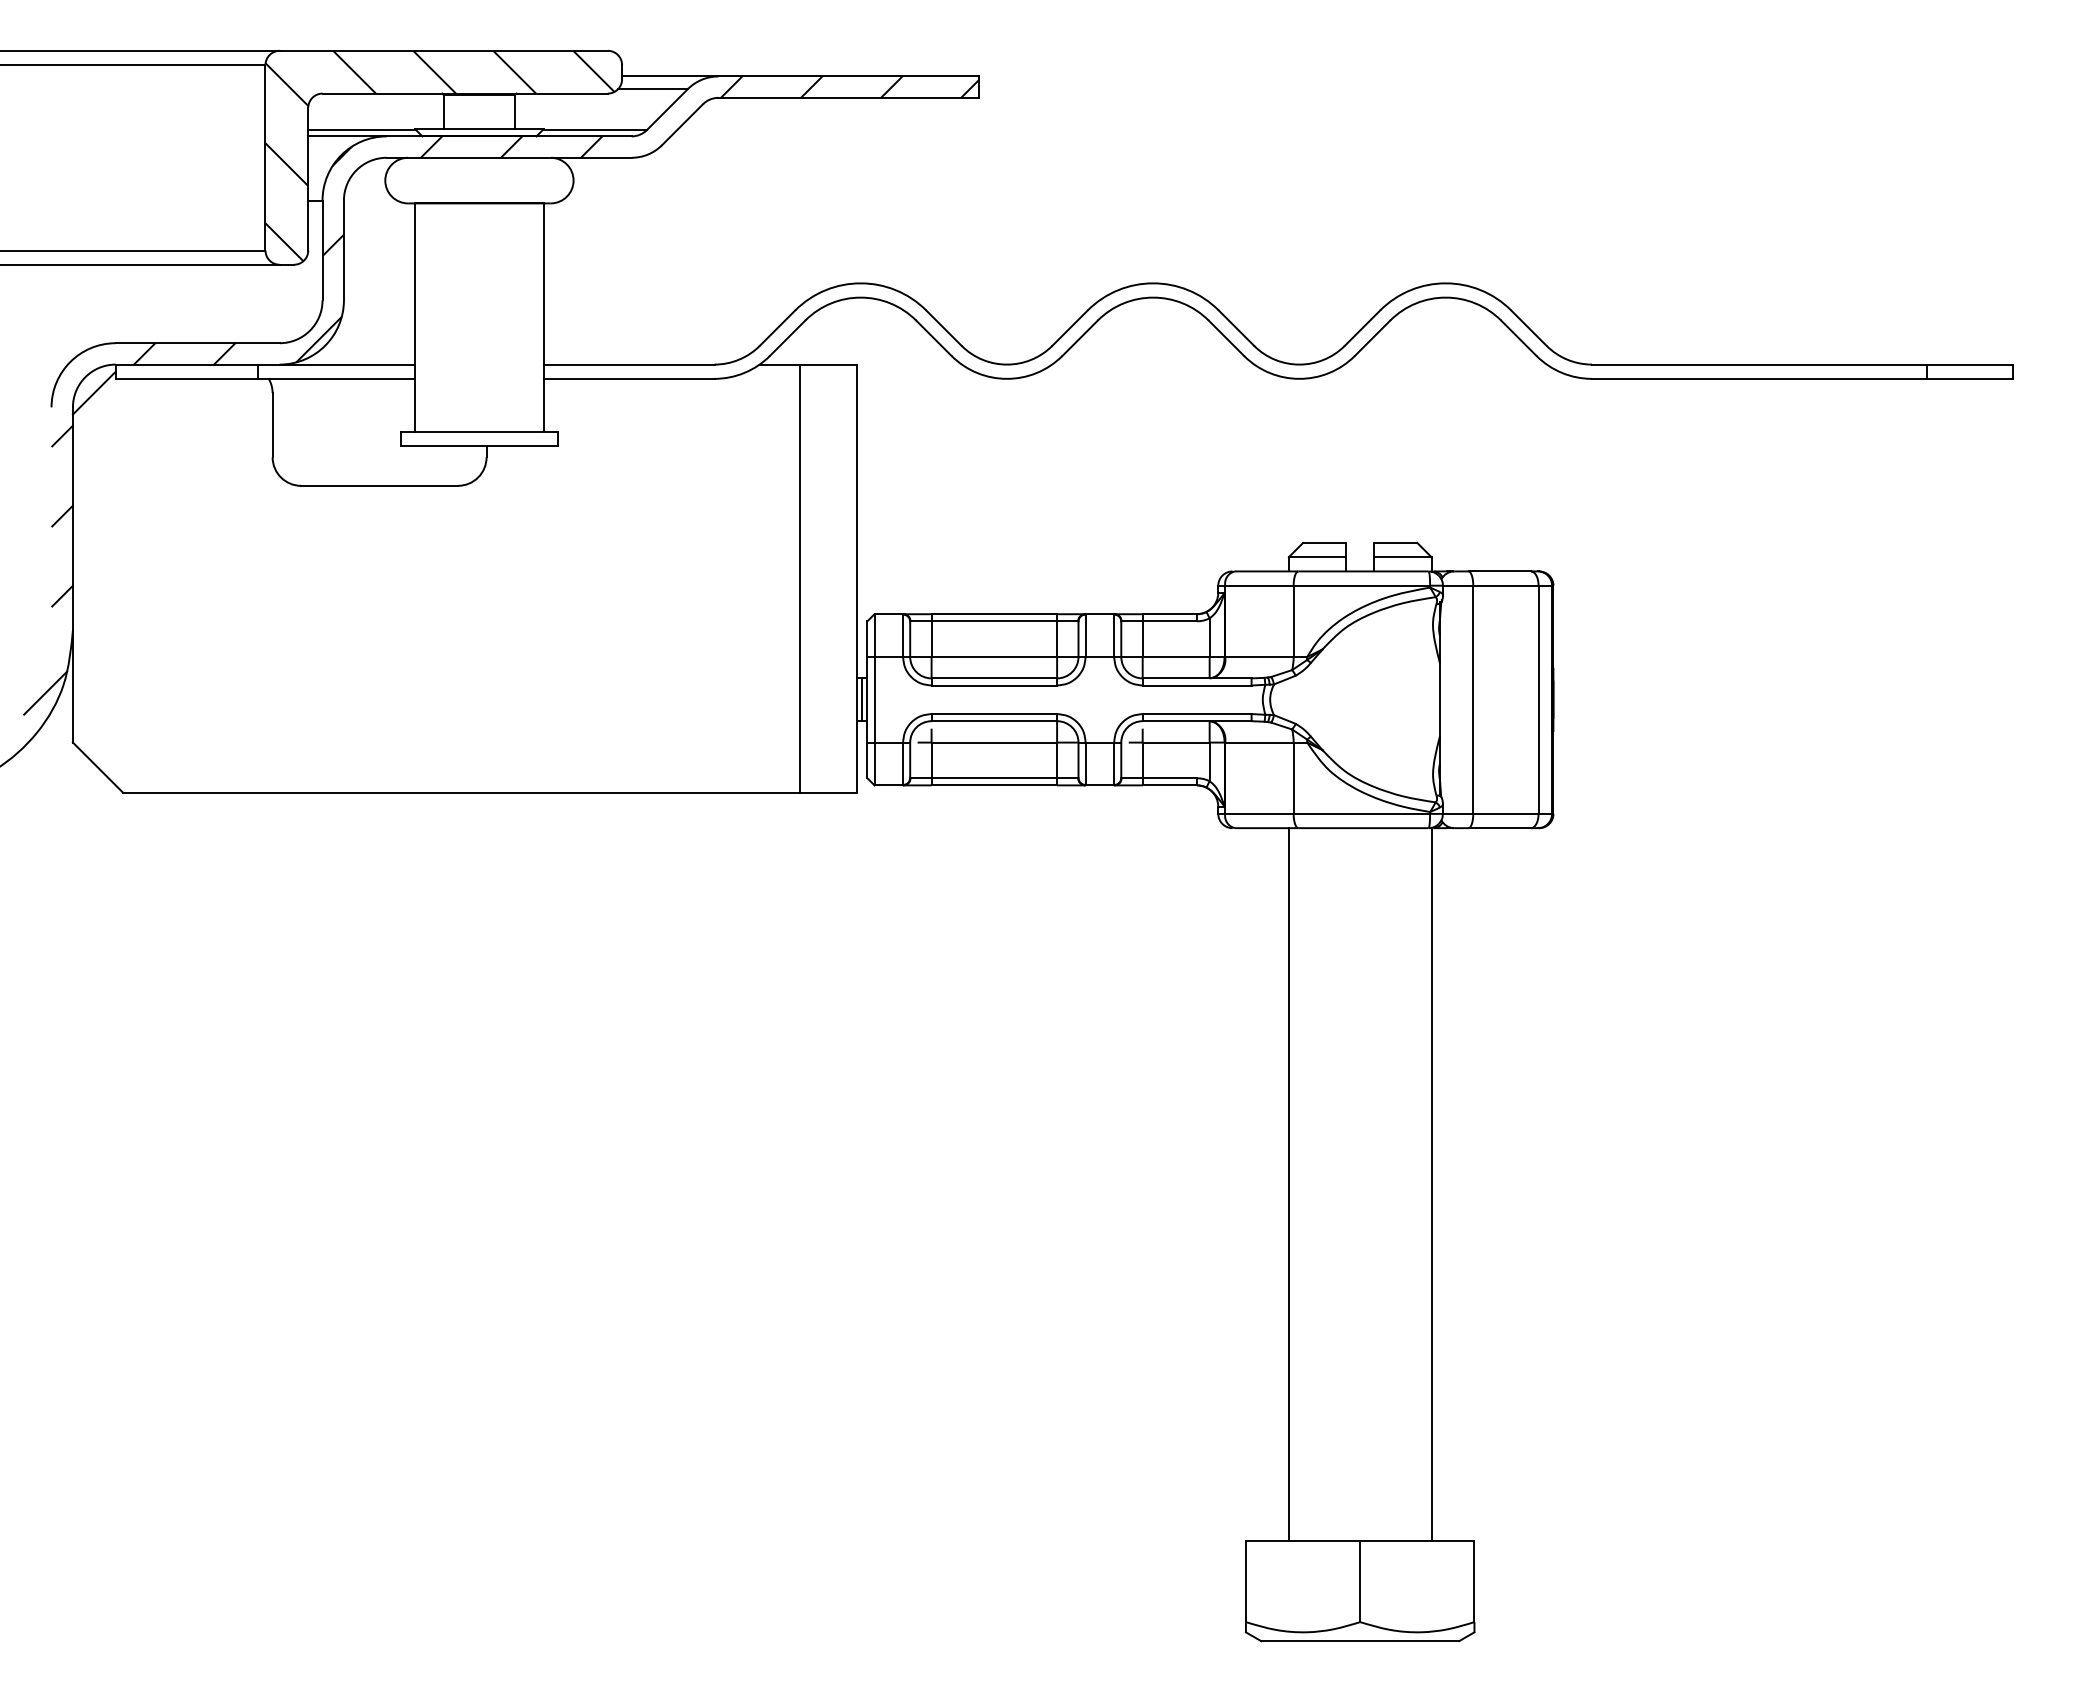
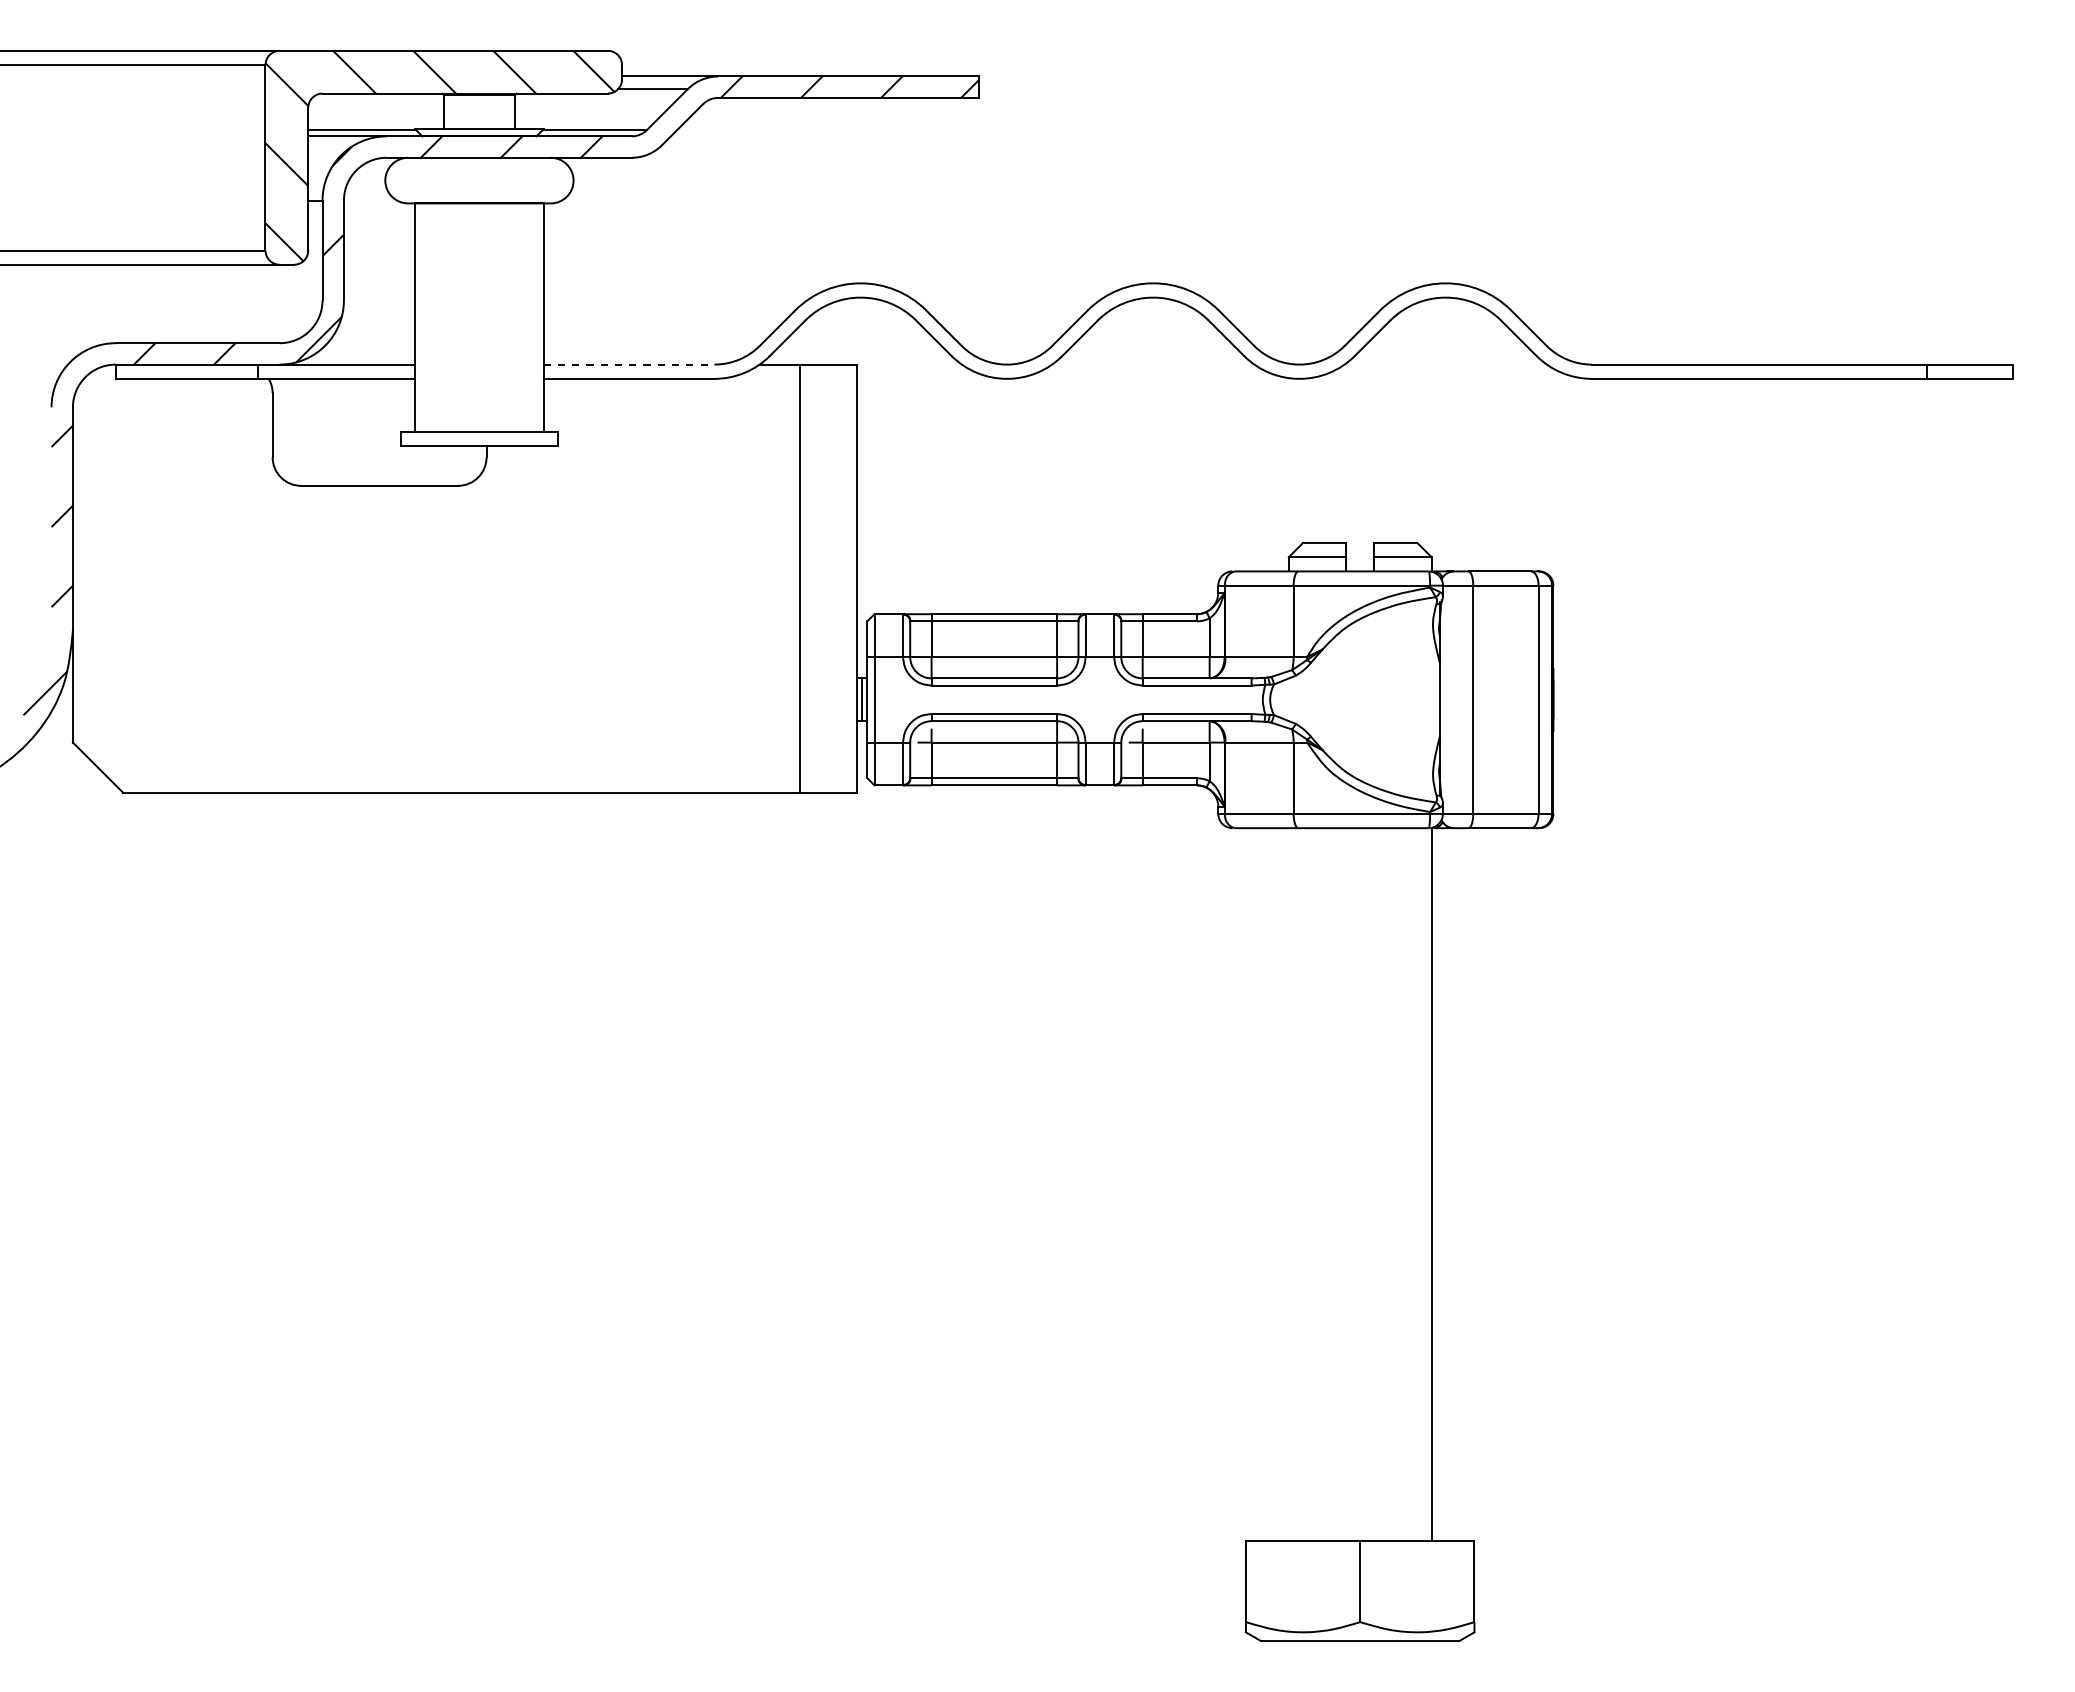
line at (629, 364): solid -> dashed
line at (93, 392): present -> none
line at (1288, 1184): present -> none
